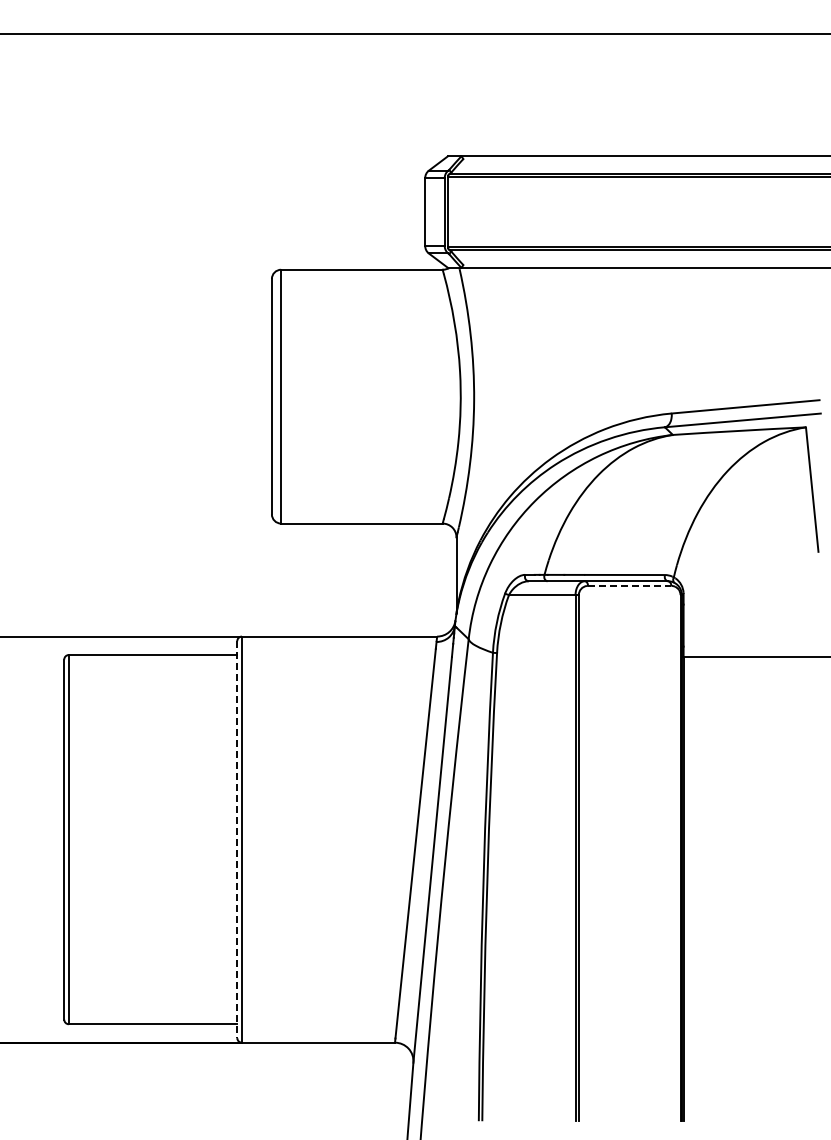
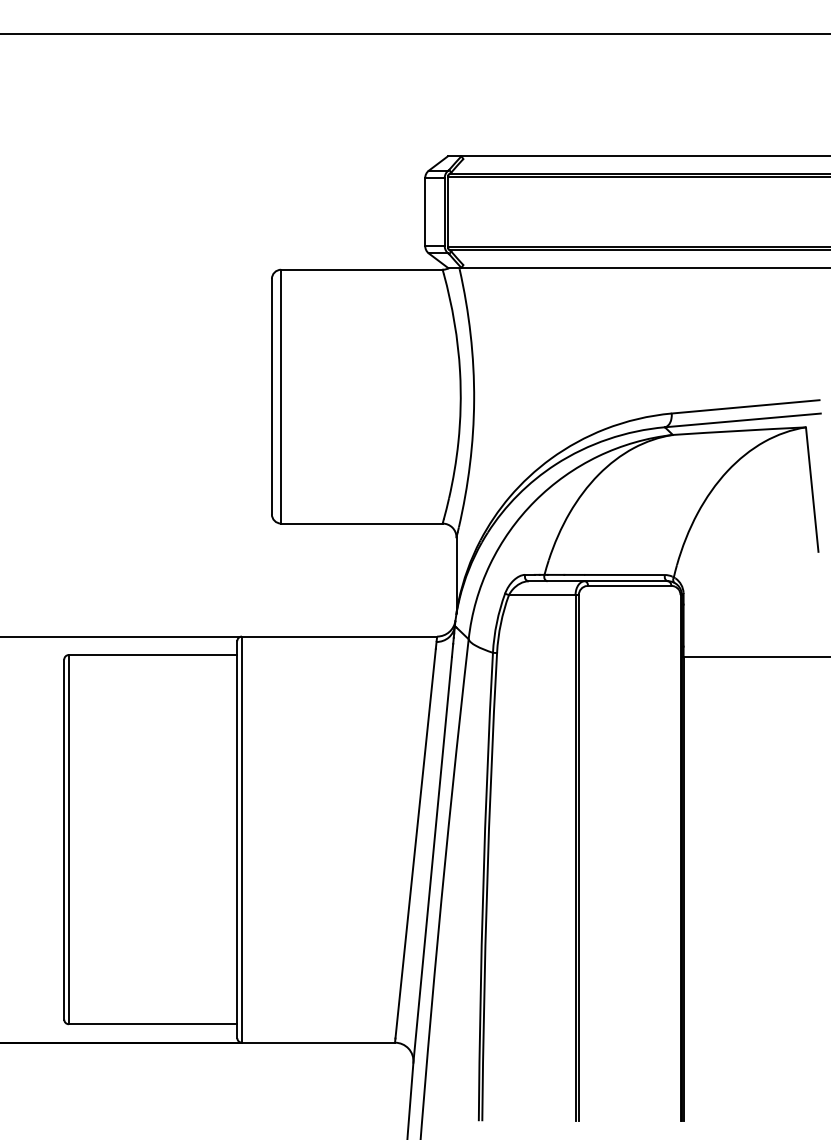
line at (629, 585): dashed -> solid
line at (237, 840): dashed -> solid
